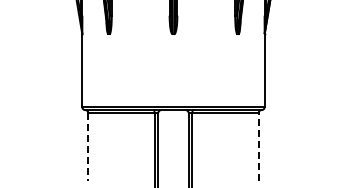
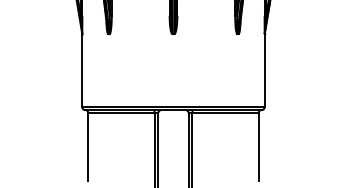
line at (88, 146): dashed -> solid
line at (258, 146): dashed -> solid
